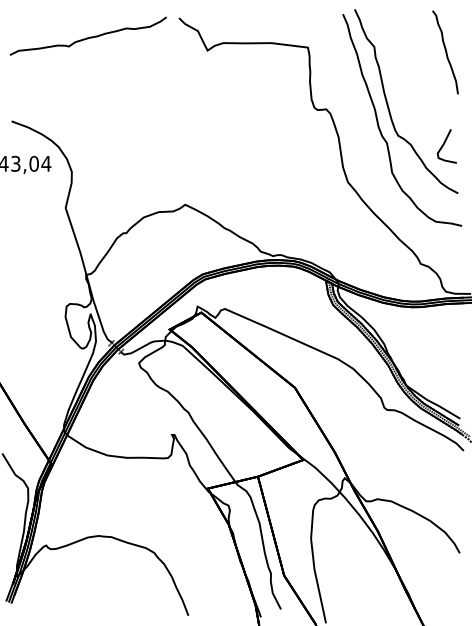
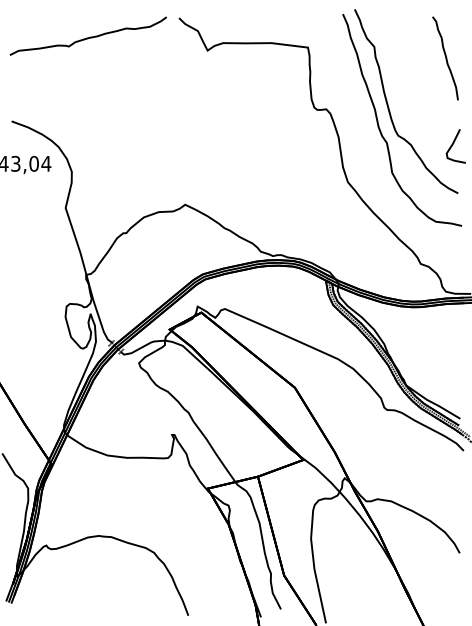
curve at (445, 52) position: (445, 52) -> (445, 58)
curve at (444, 144) position: (444, 144) -> (453, 144)
